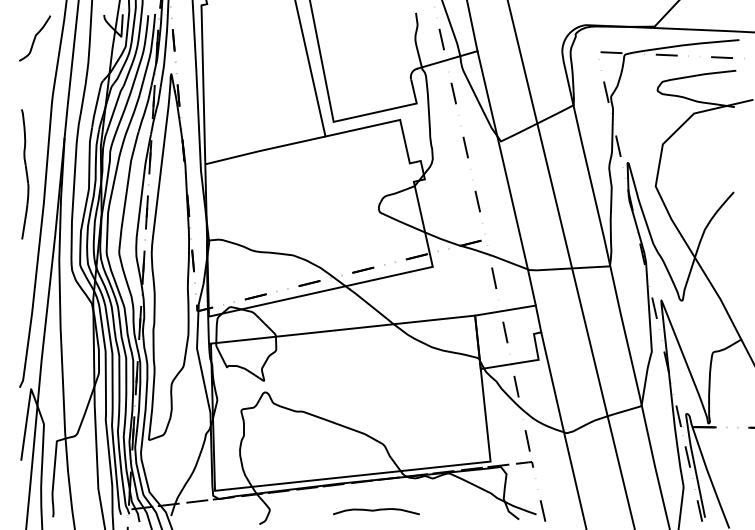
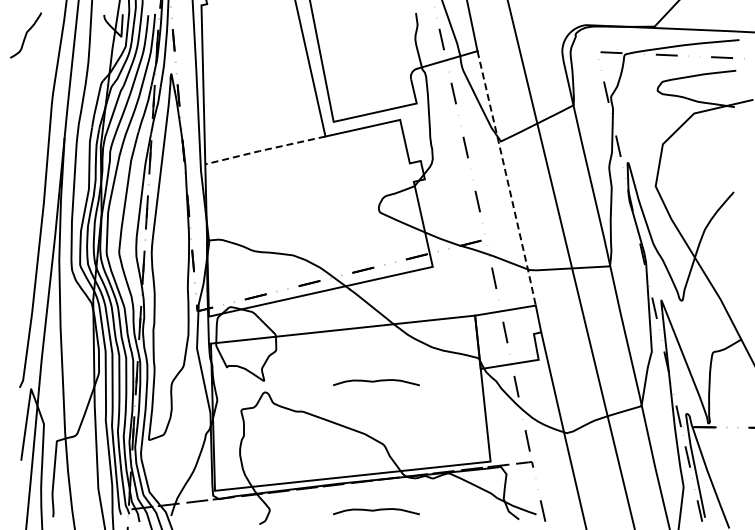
curve at (34, 38) position: (34, 38) -> (25, 35)
line at (264, 150): solid -> dashed
part at (25, 174): present -> none
line at (507, 179): solid -> dashed
curve at (376, 382): none -> present
